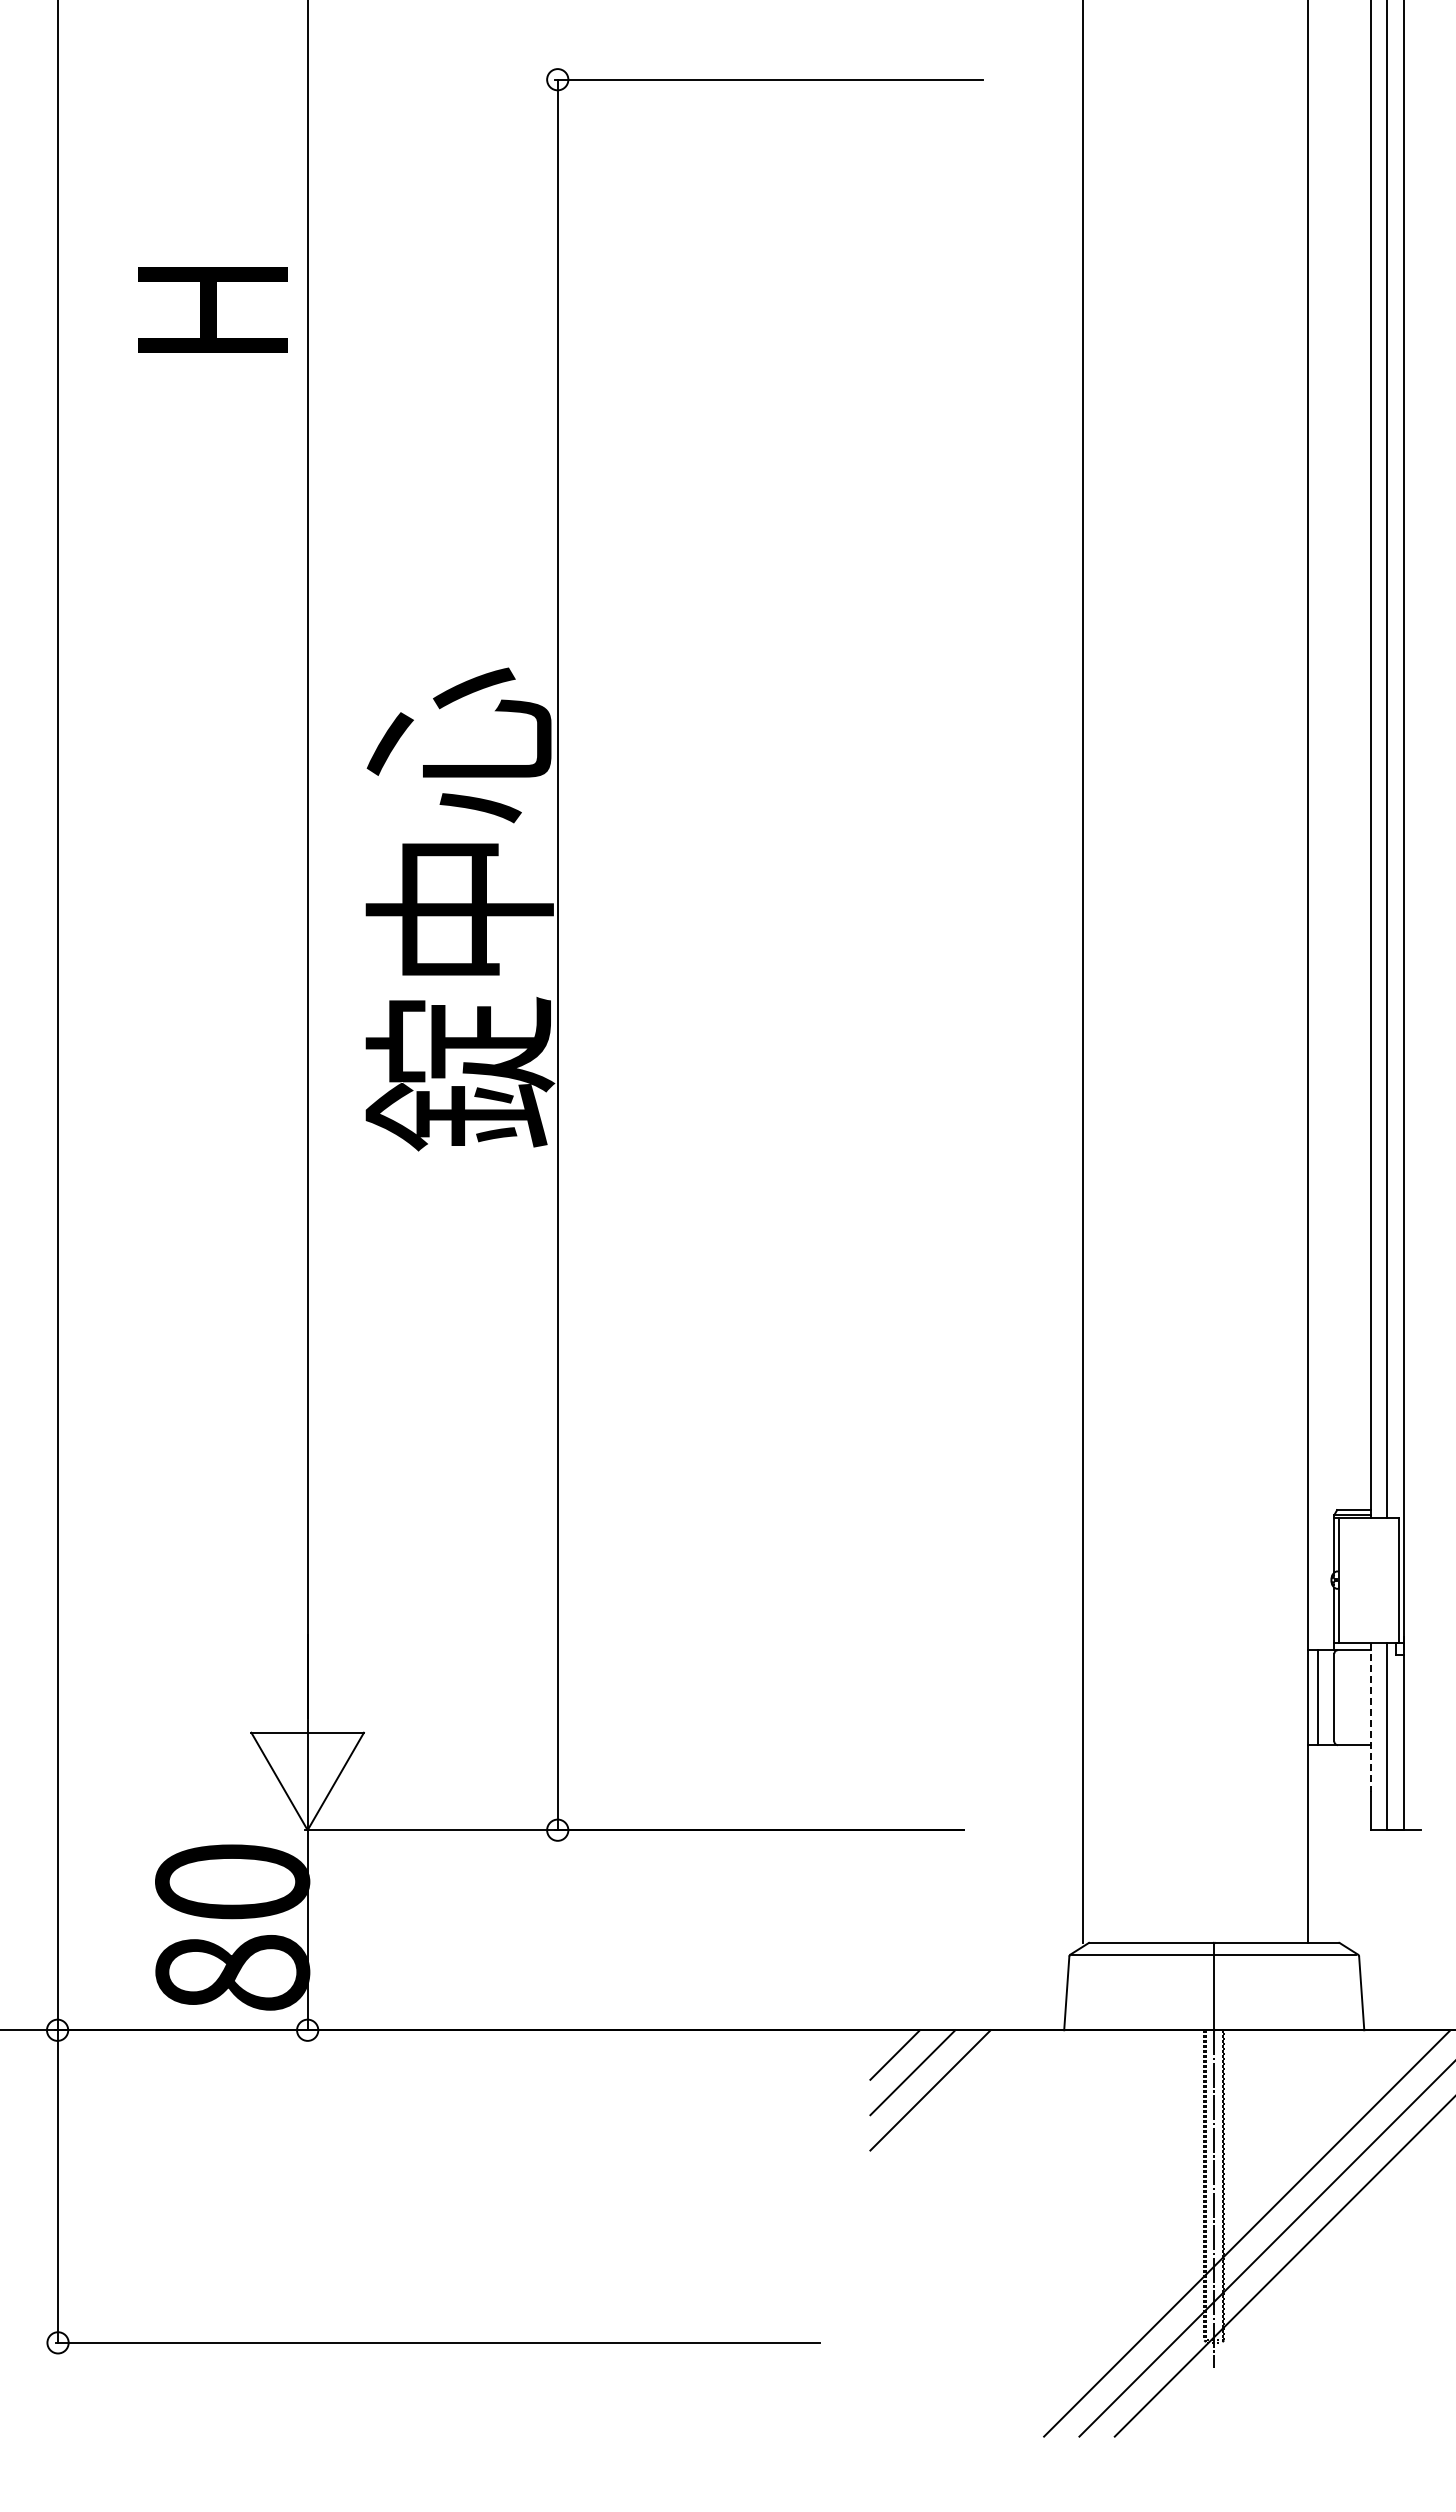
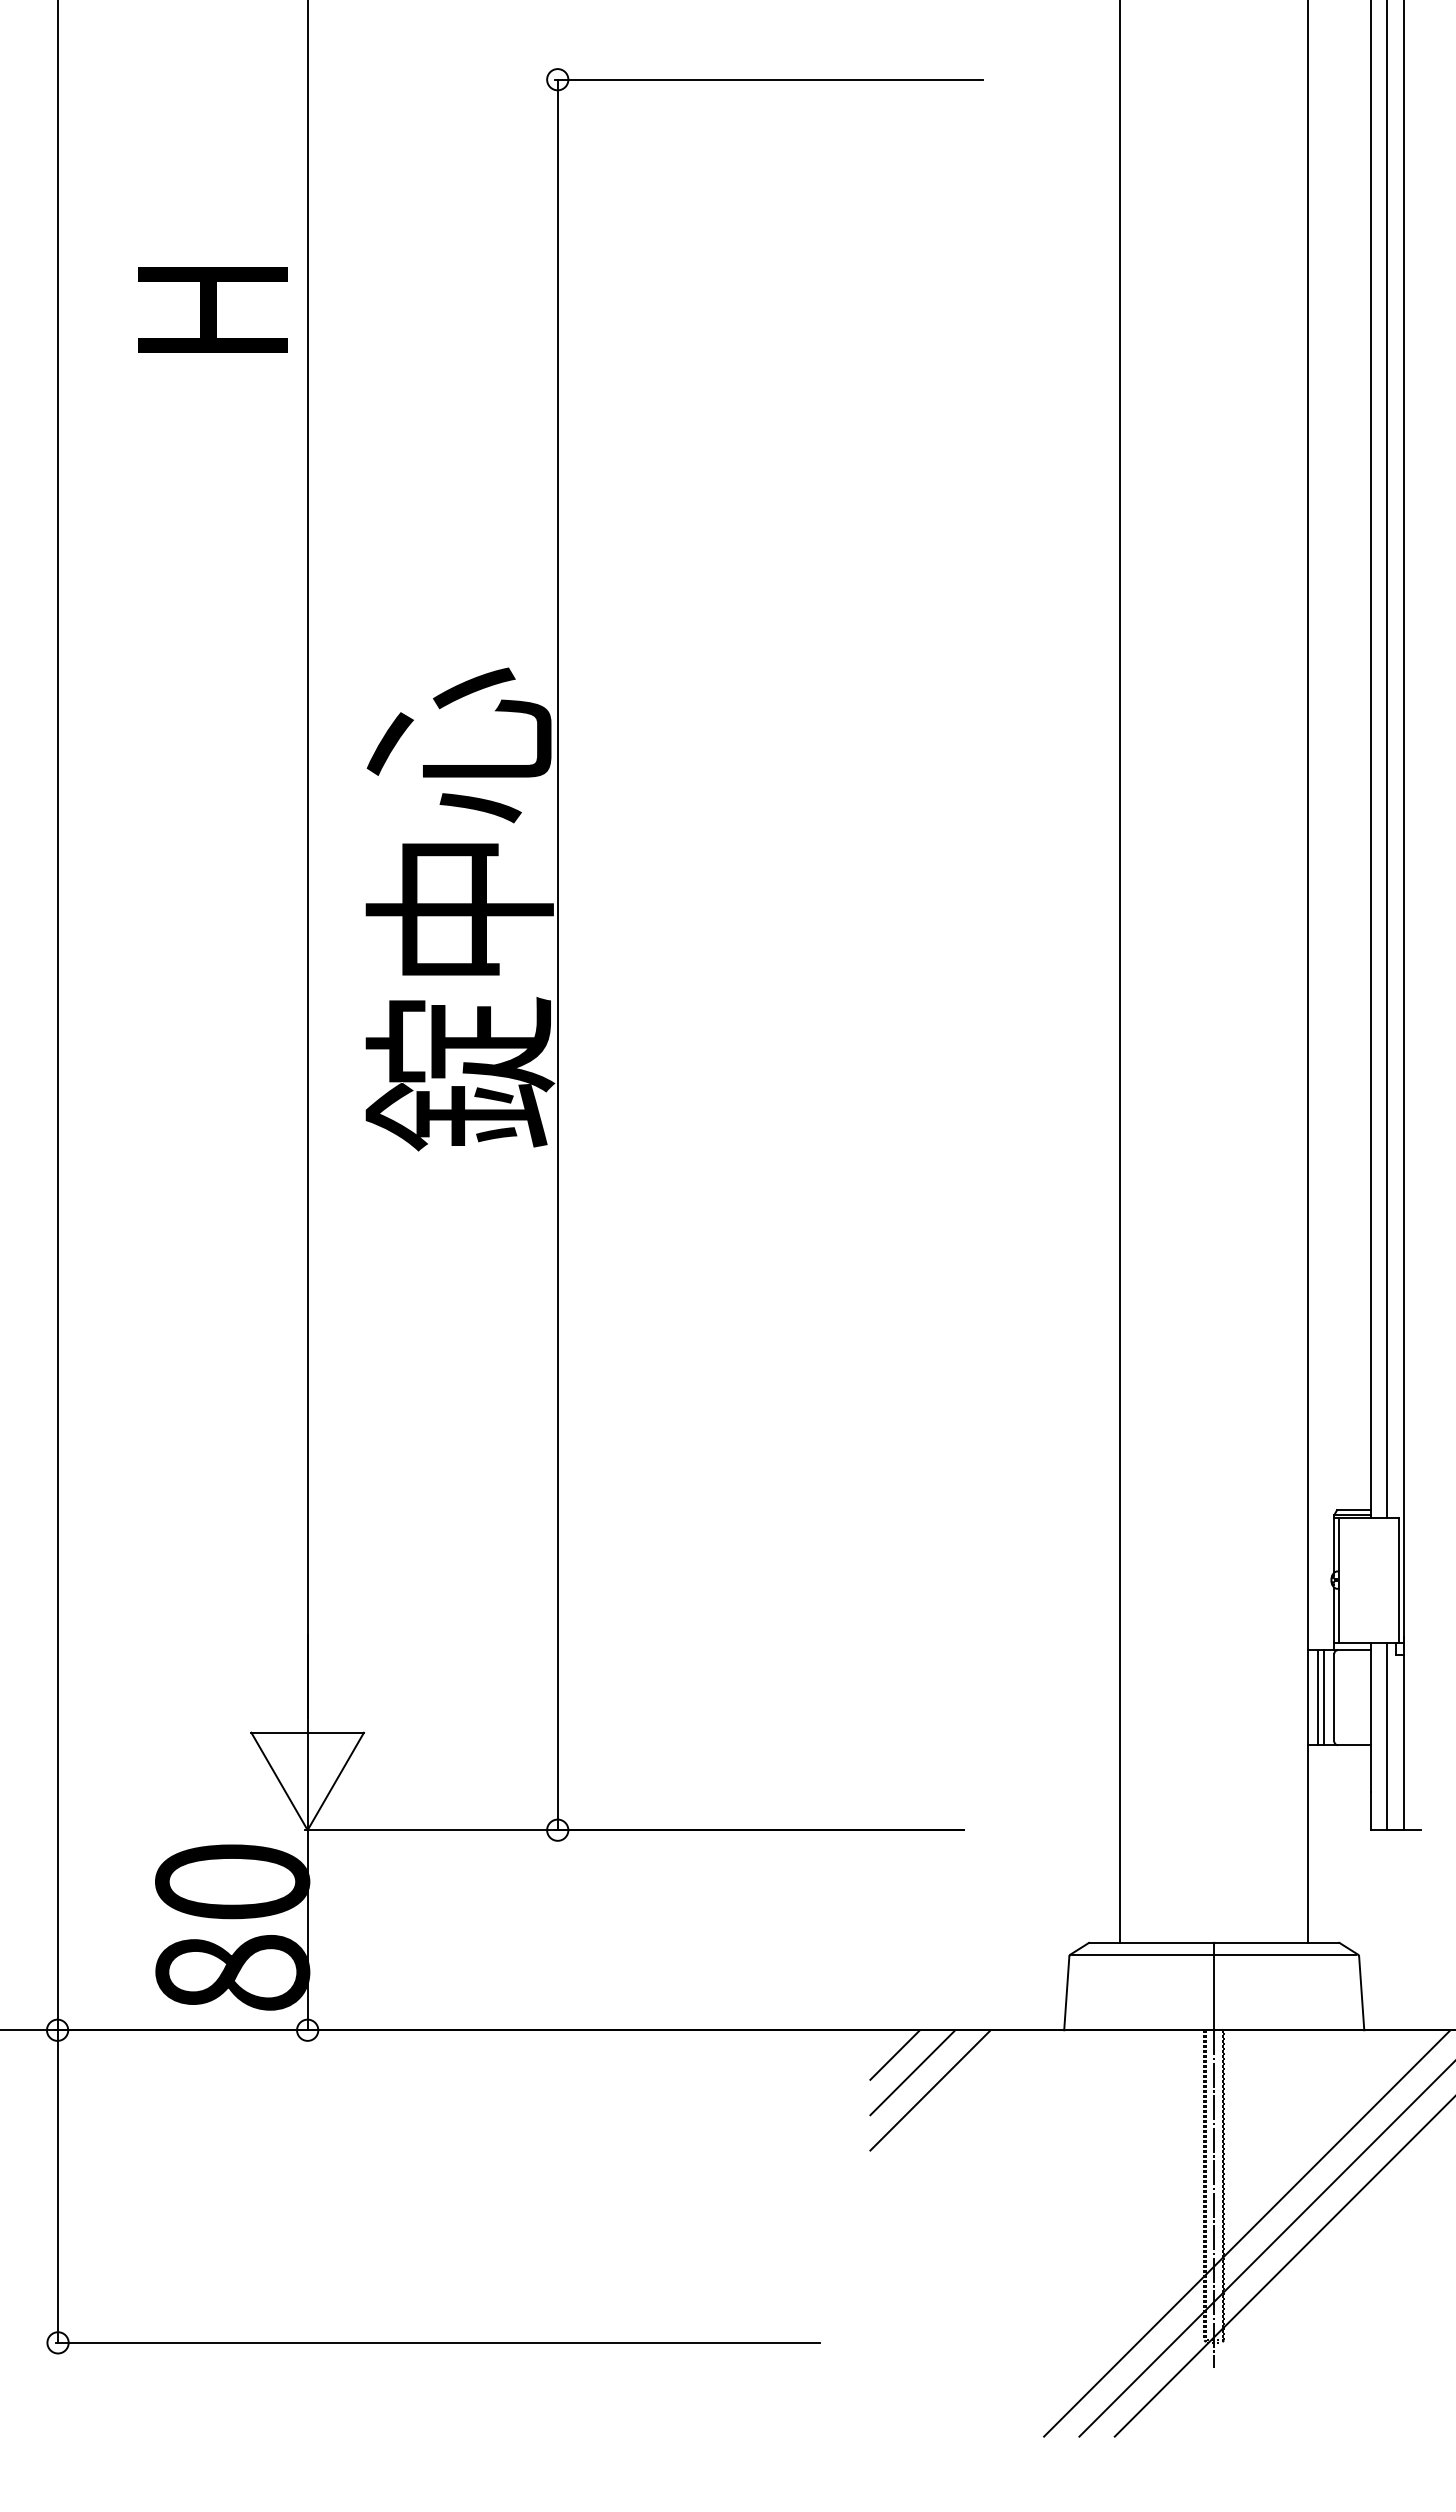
line at (1083, 972) position: (1083, 972) -> (1120, 972)
line at (1324, 1697): none -> present
line at (1370, 1717): dashed -> solid
